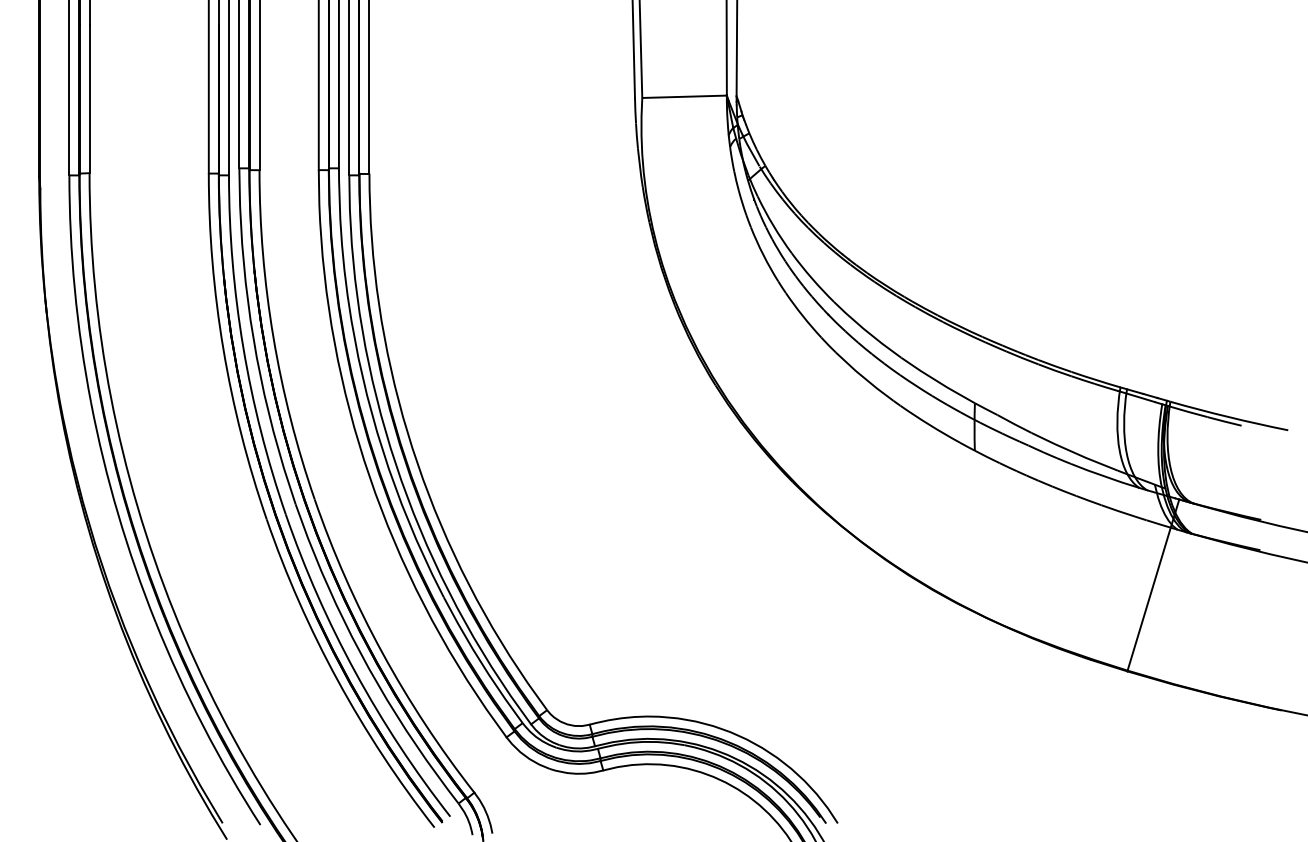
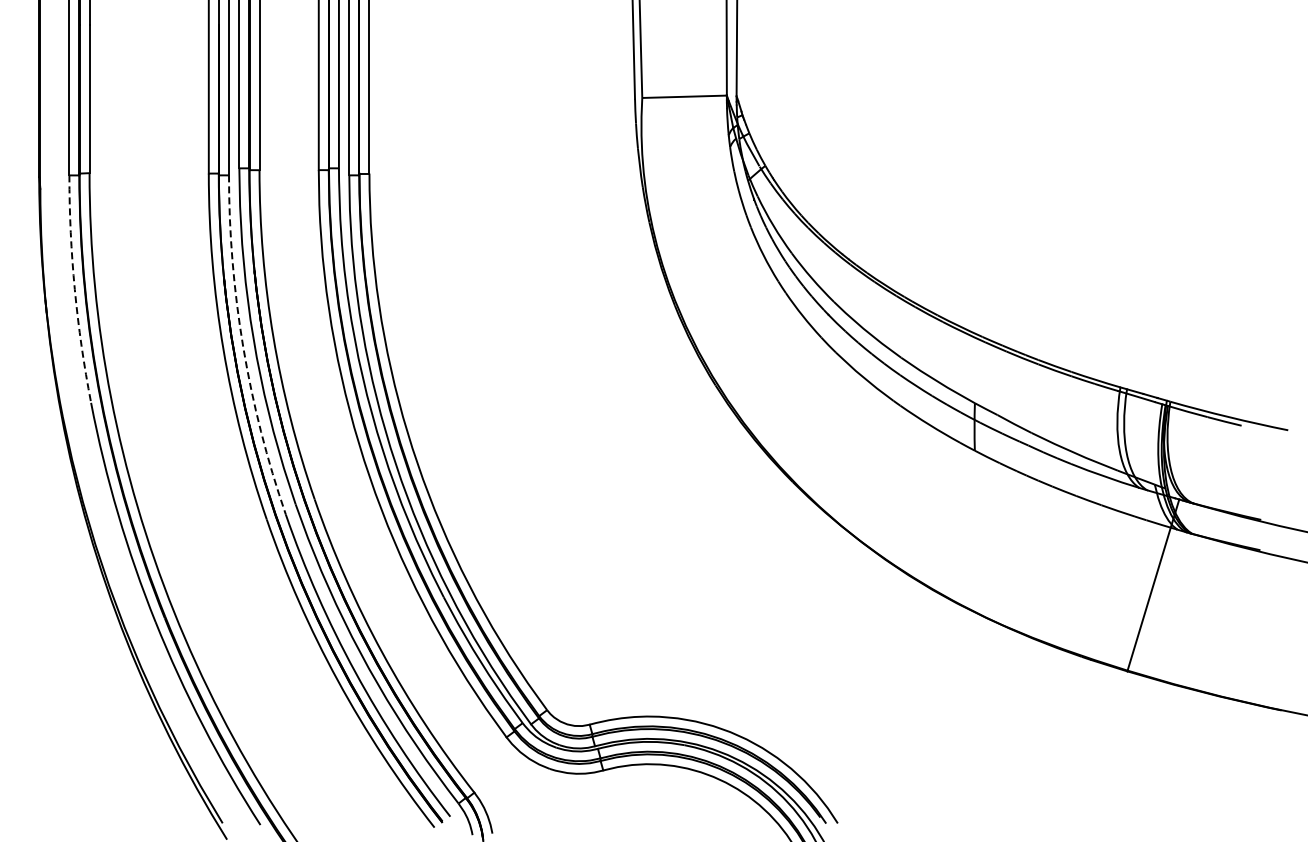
arc at (74, 289): solid -> dashed
arc at (243, 347): solid -> dashed
